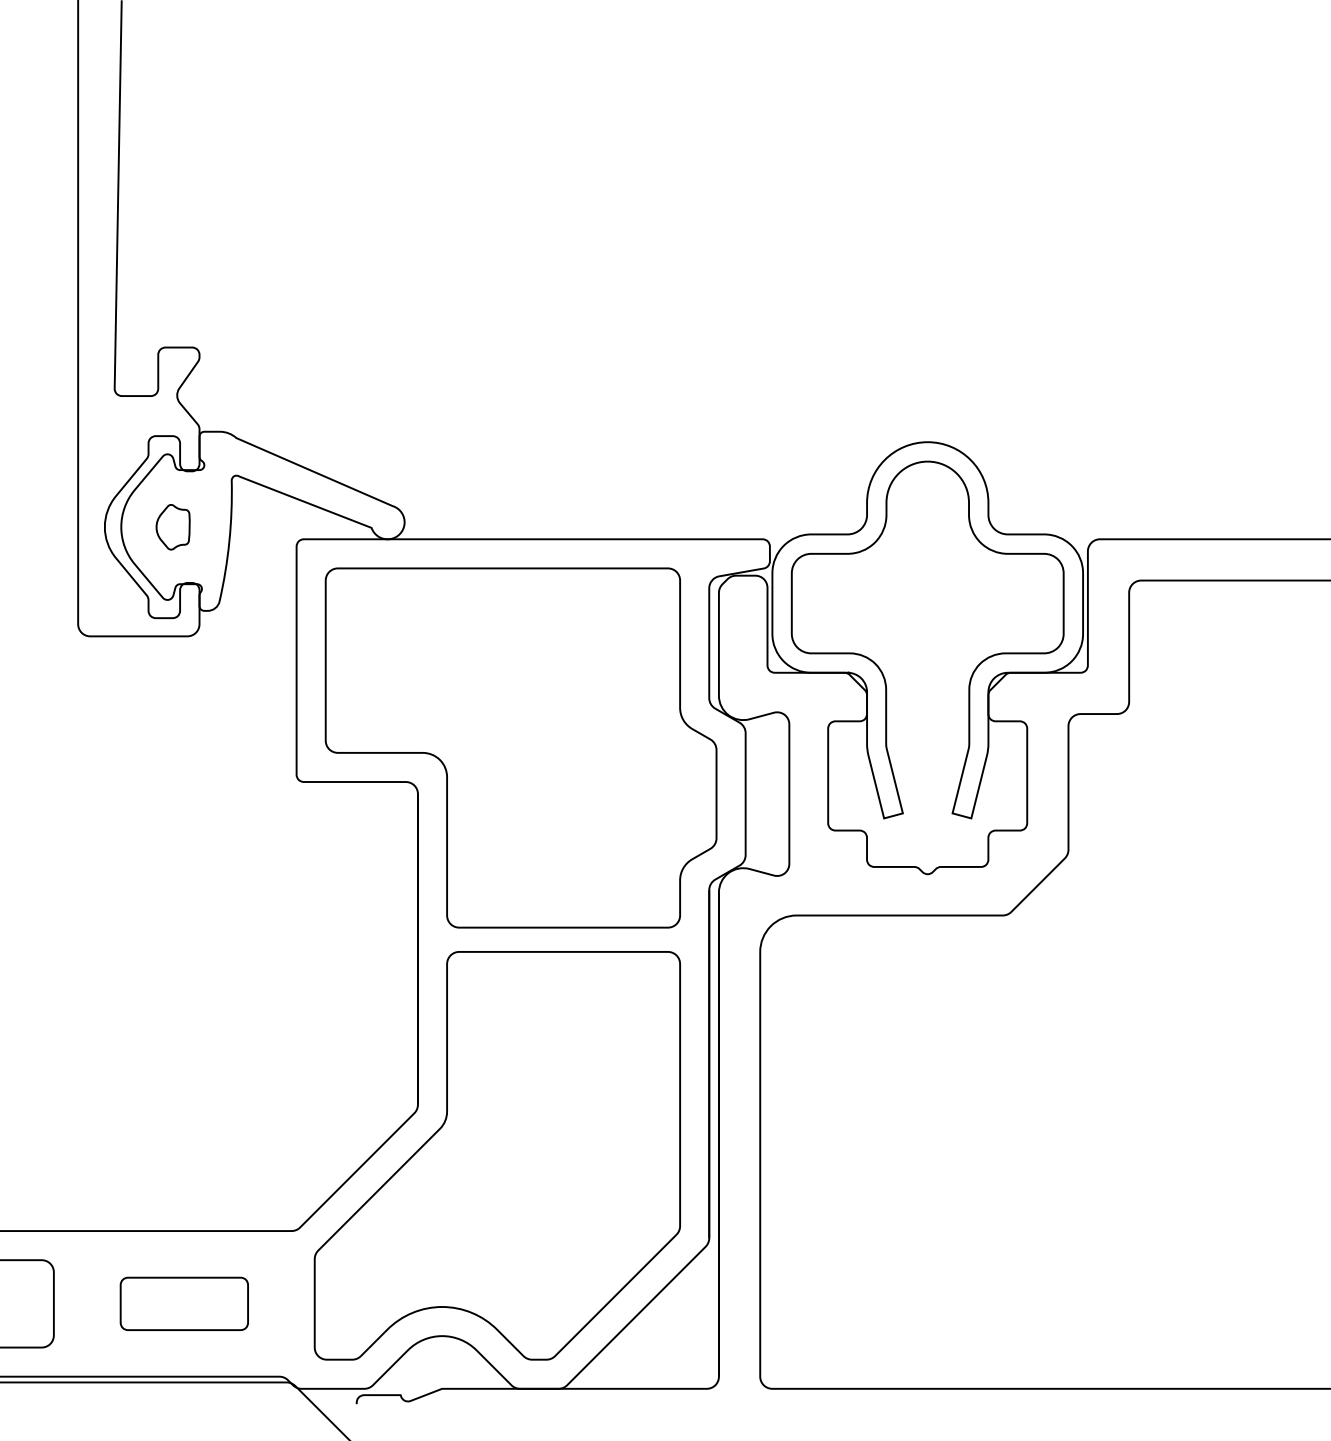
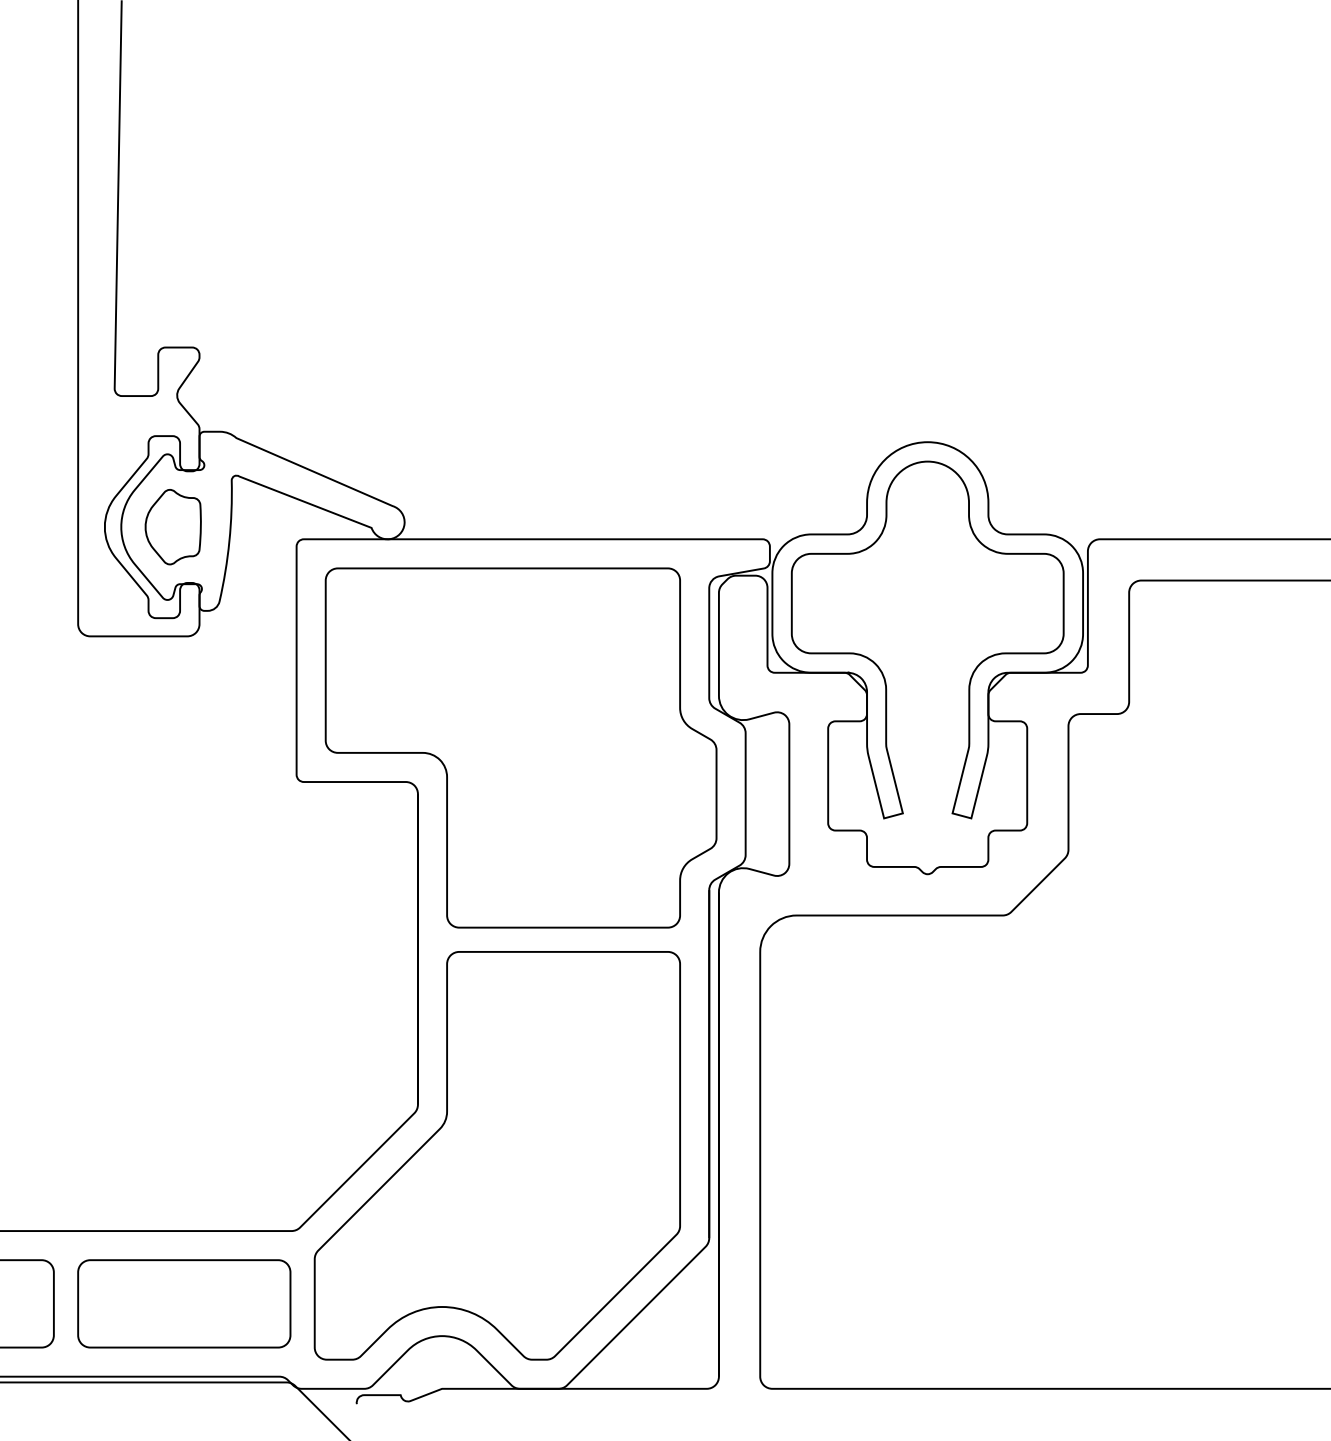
part at (172, 527) size: 36x47 px -> 58x77 px
part at (183, 1303) size: 130x55 px -> 215x90 px
